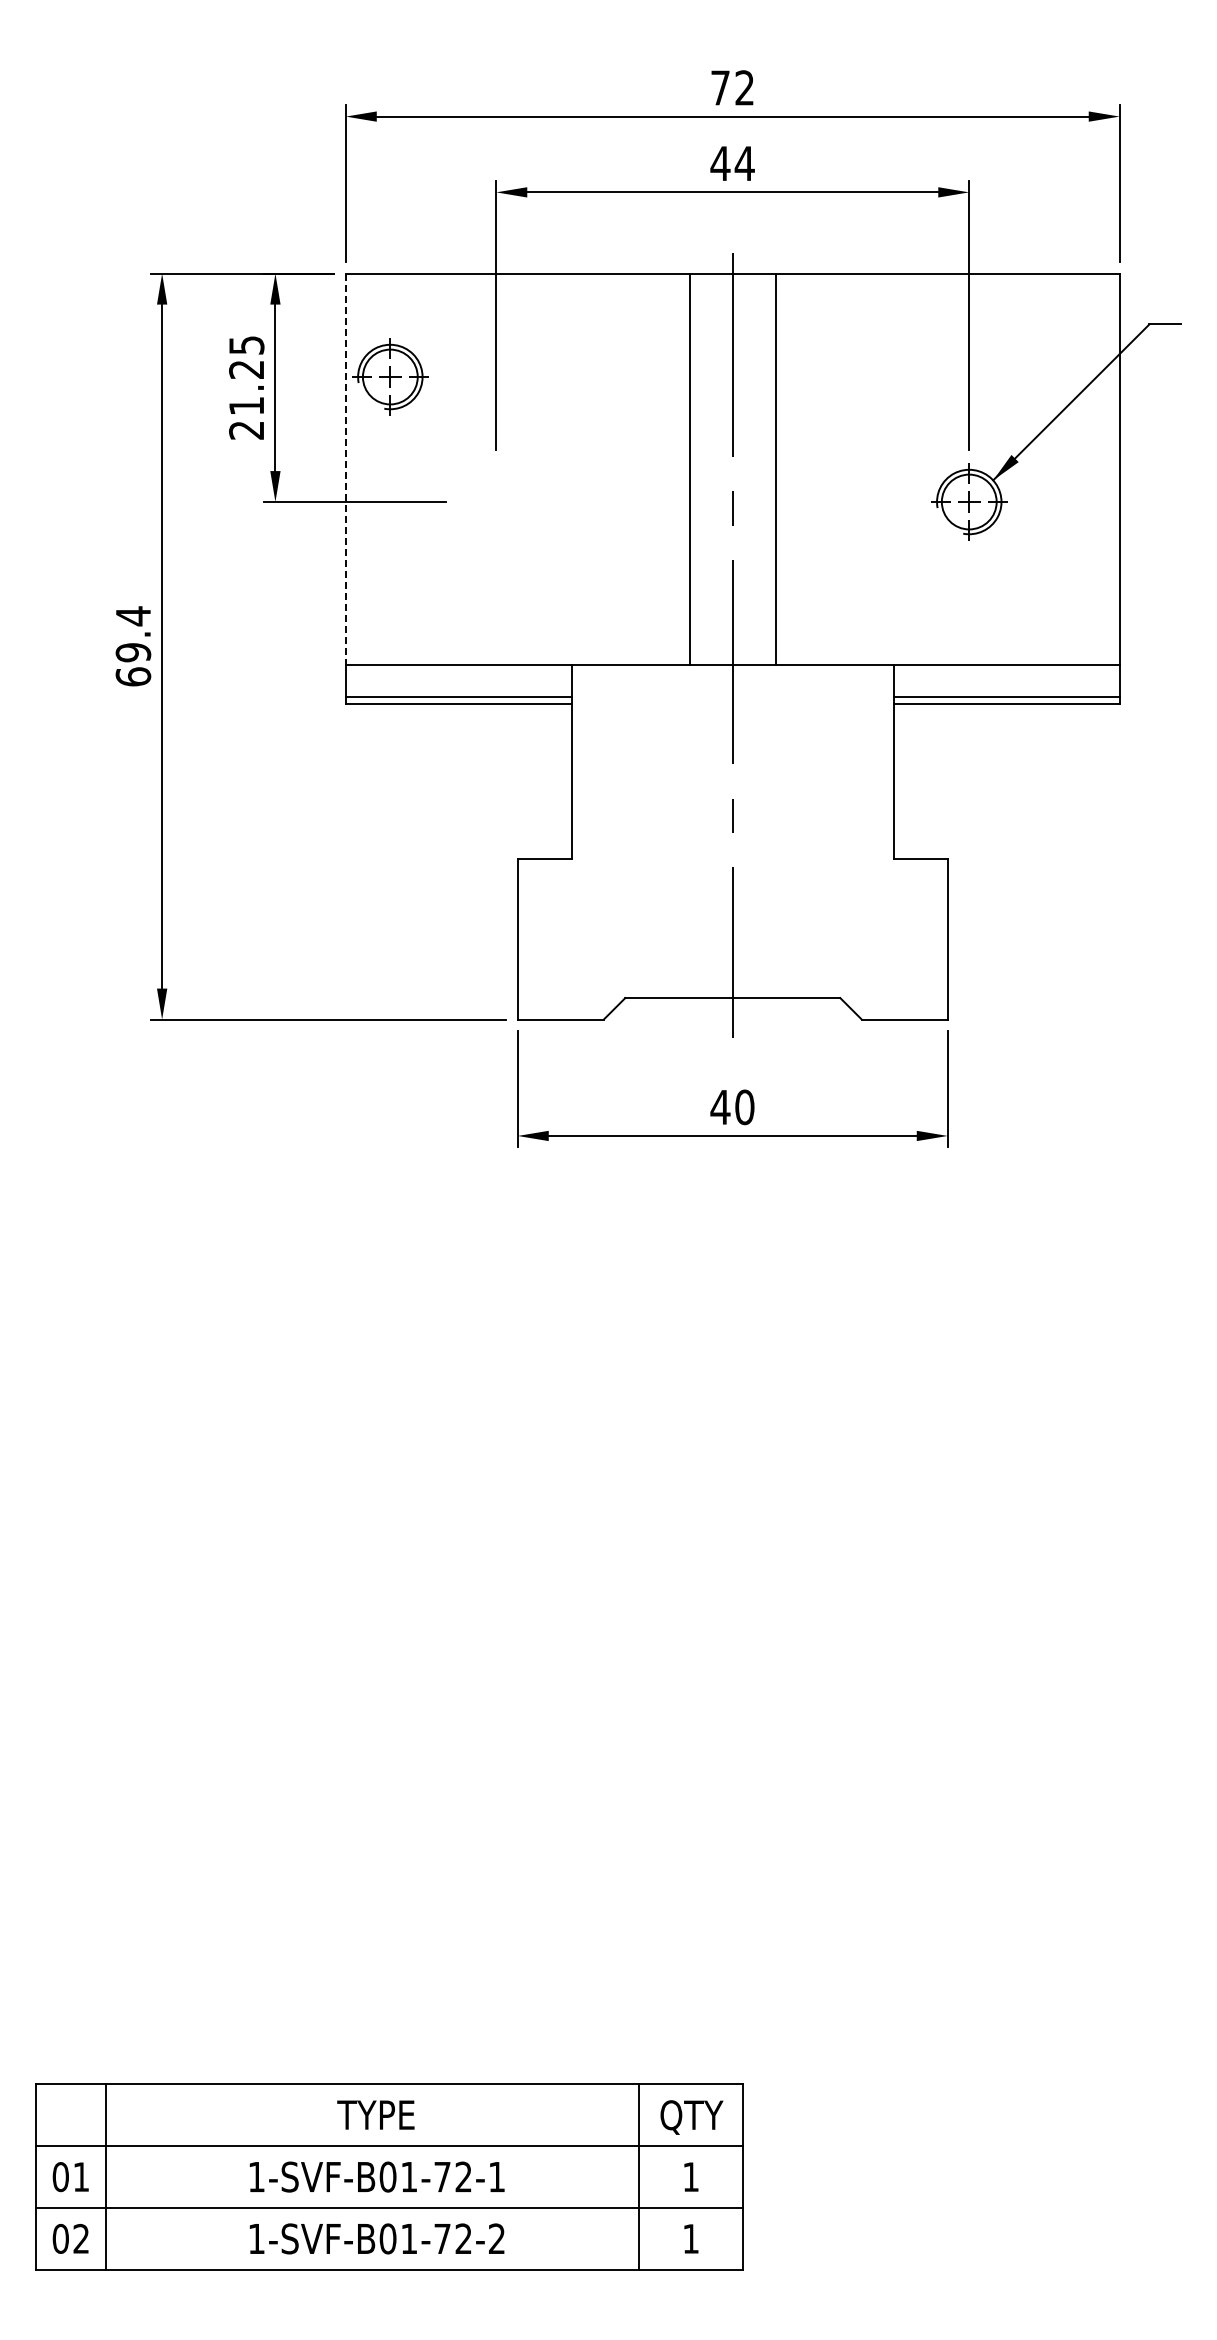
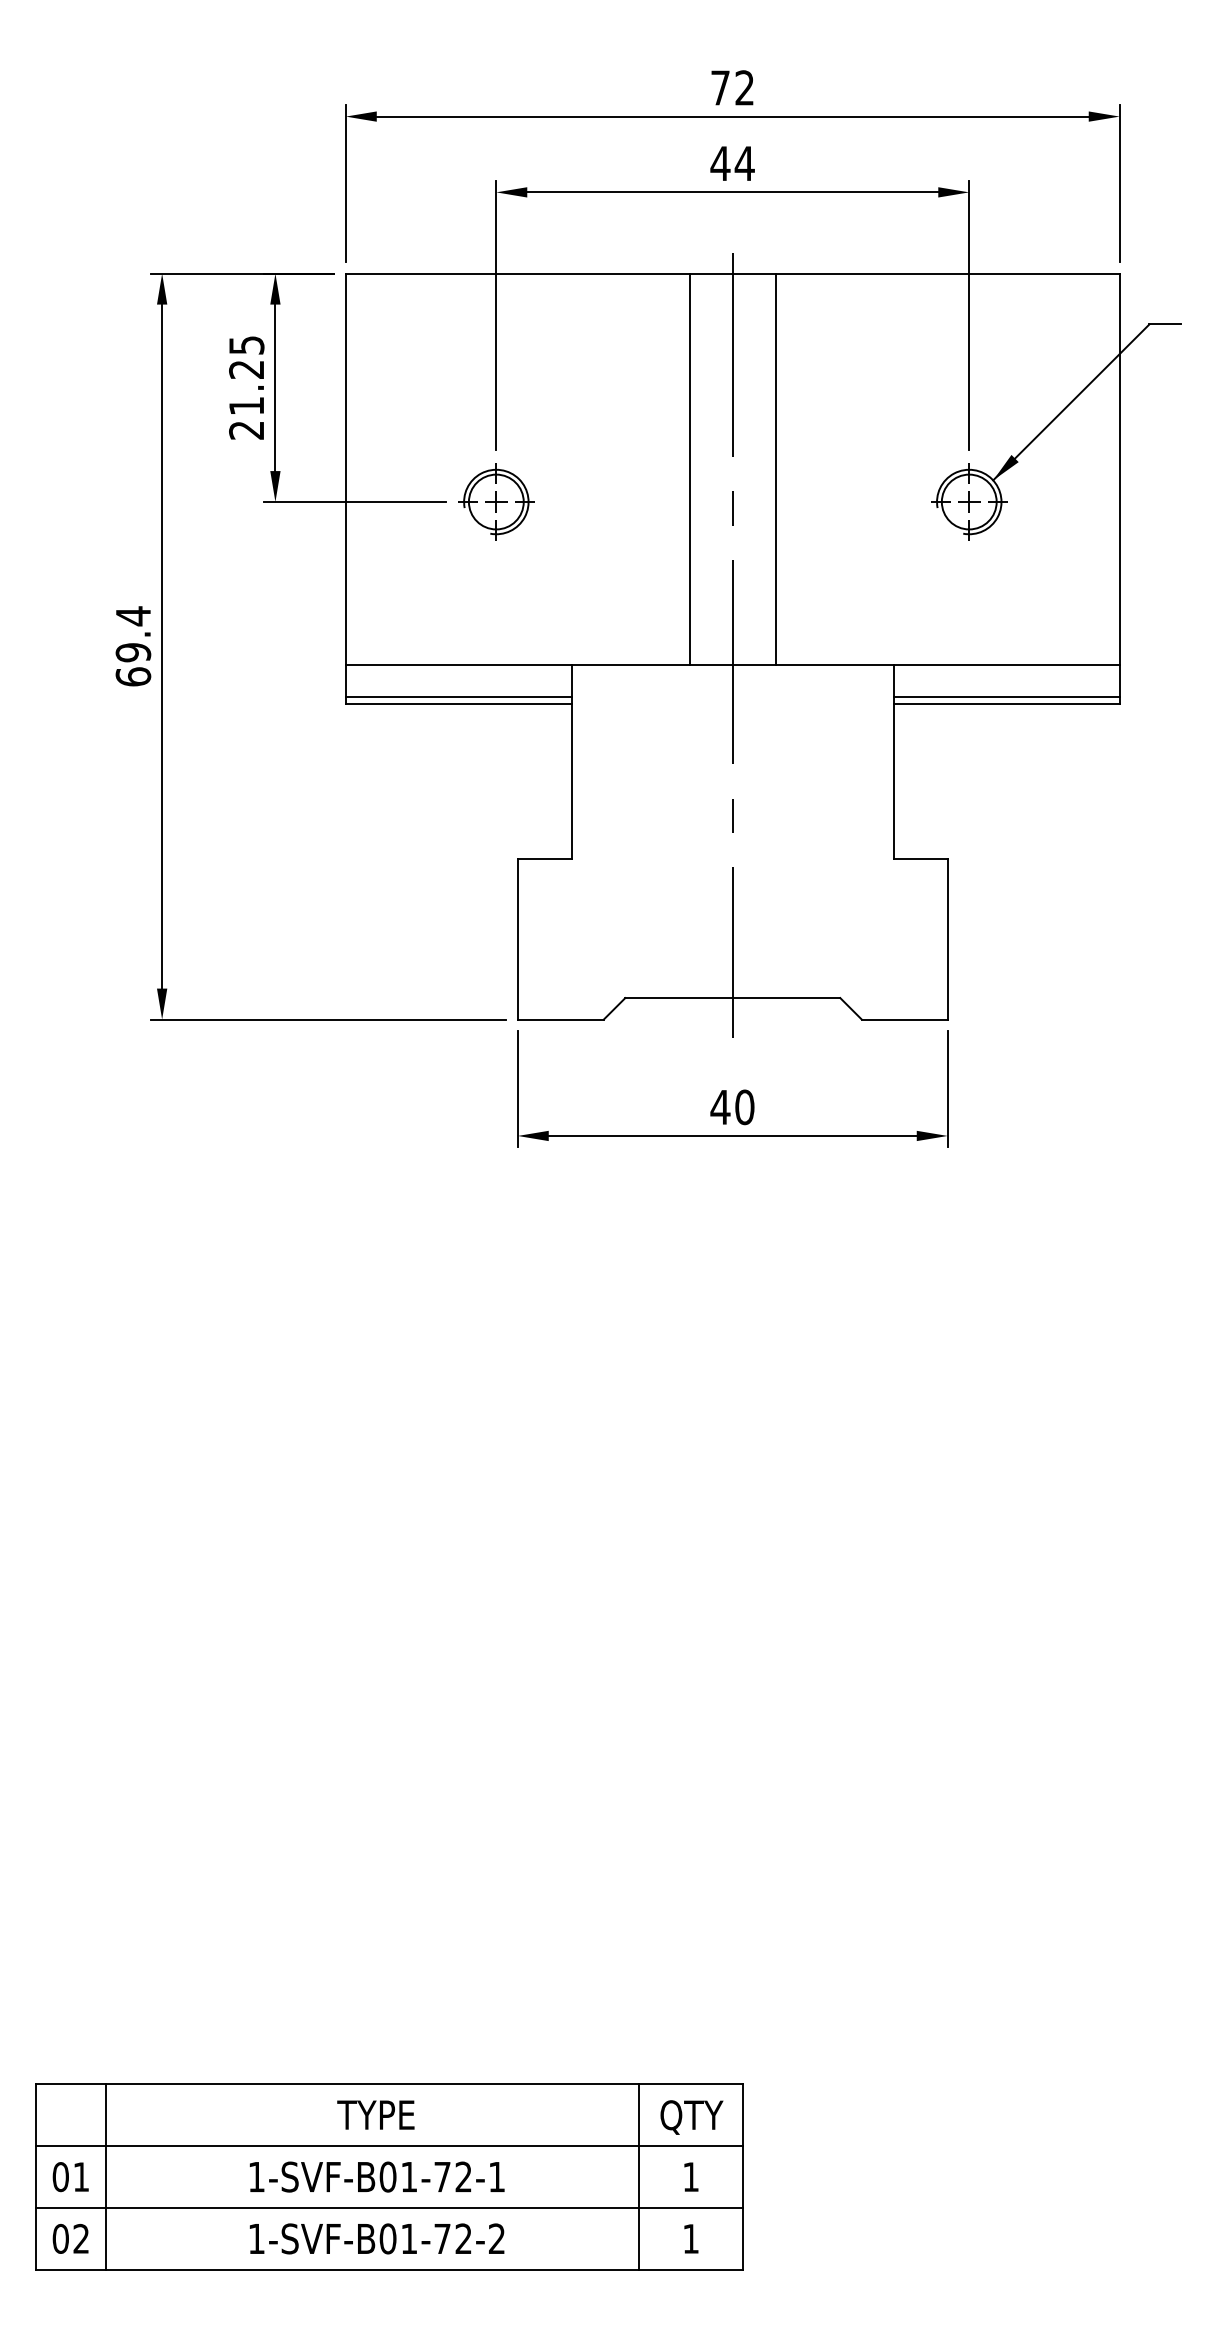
part at (390, 376) position: (390, 376) -> (496, 501)
line at (345, 469): dashed -> solid
